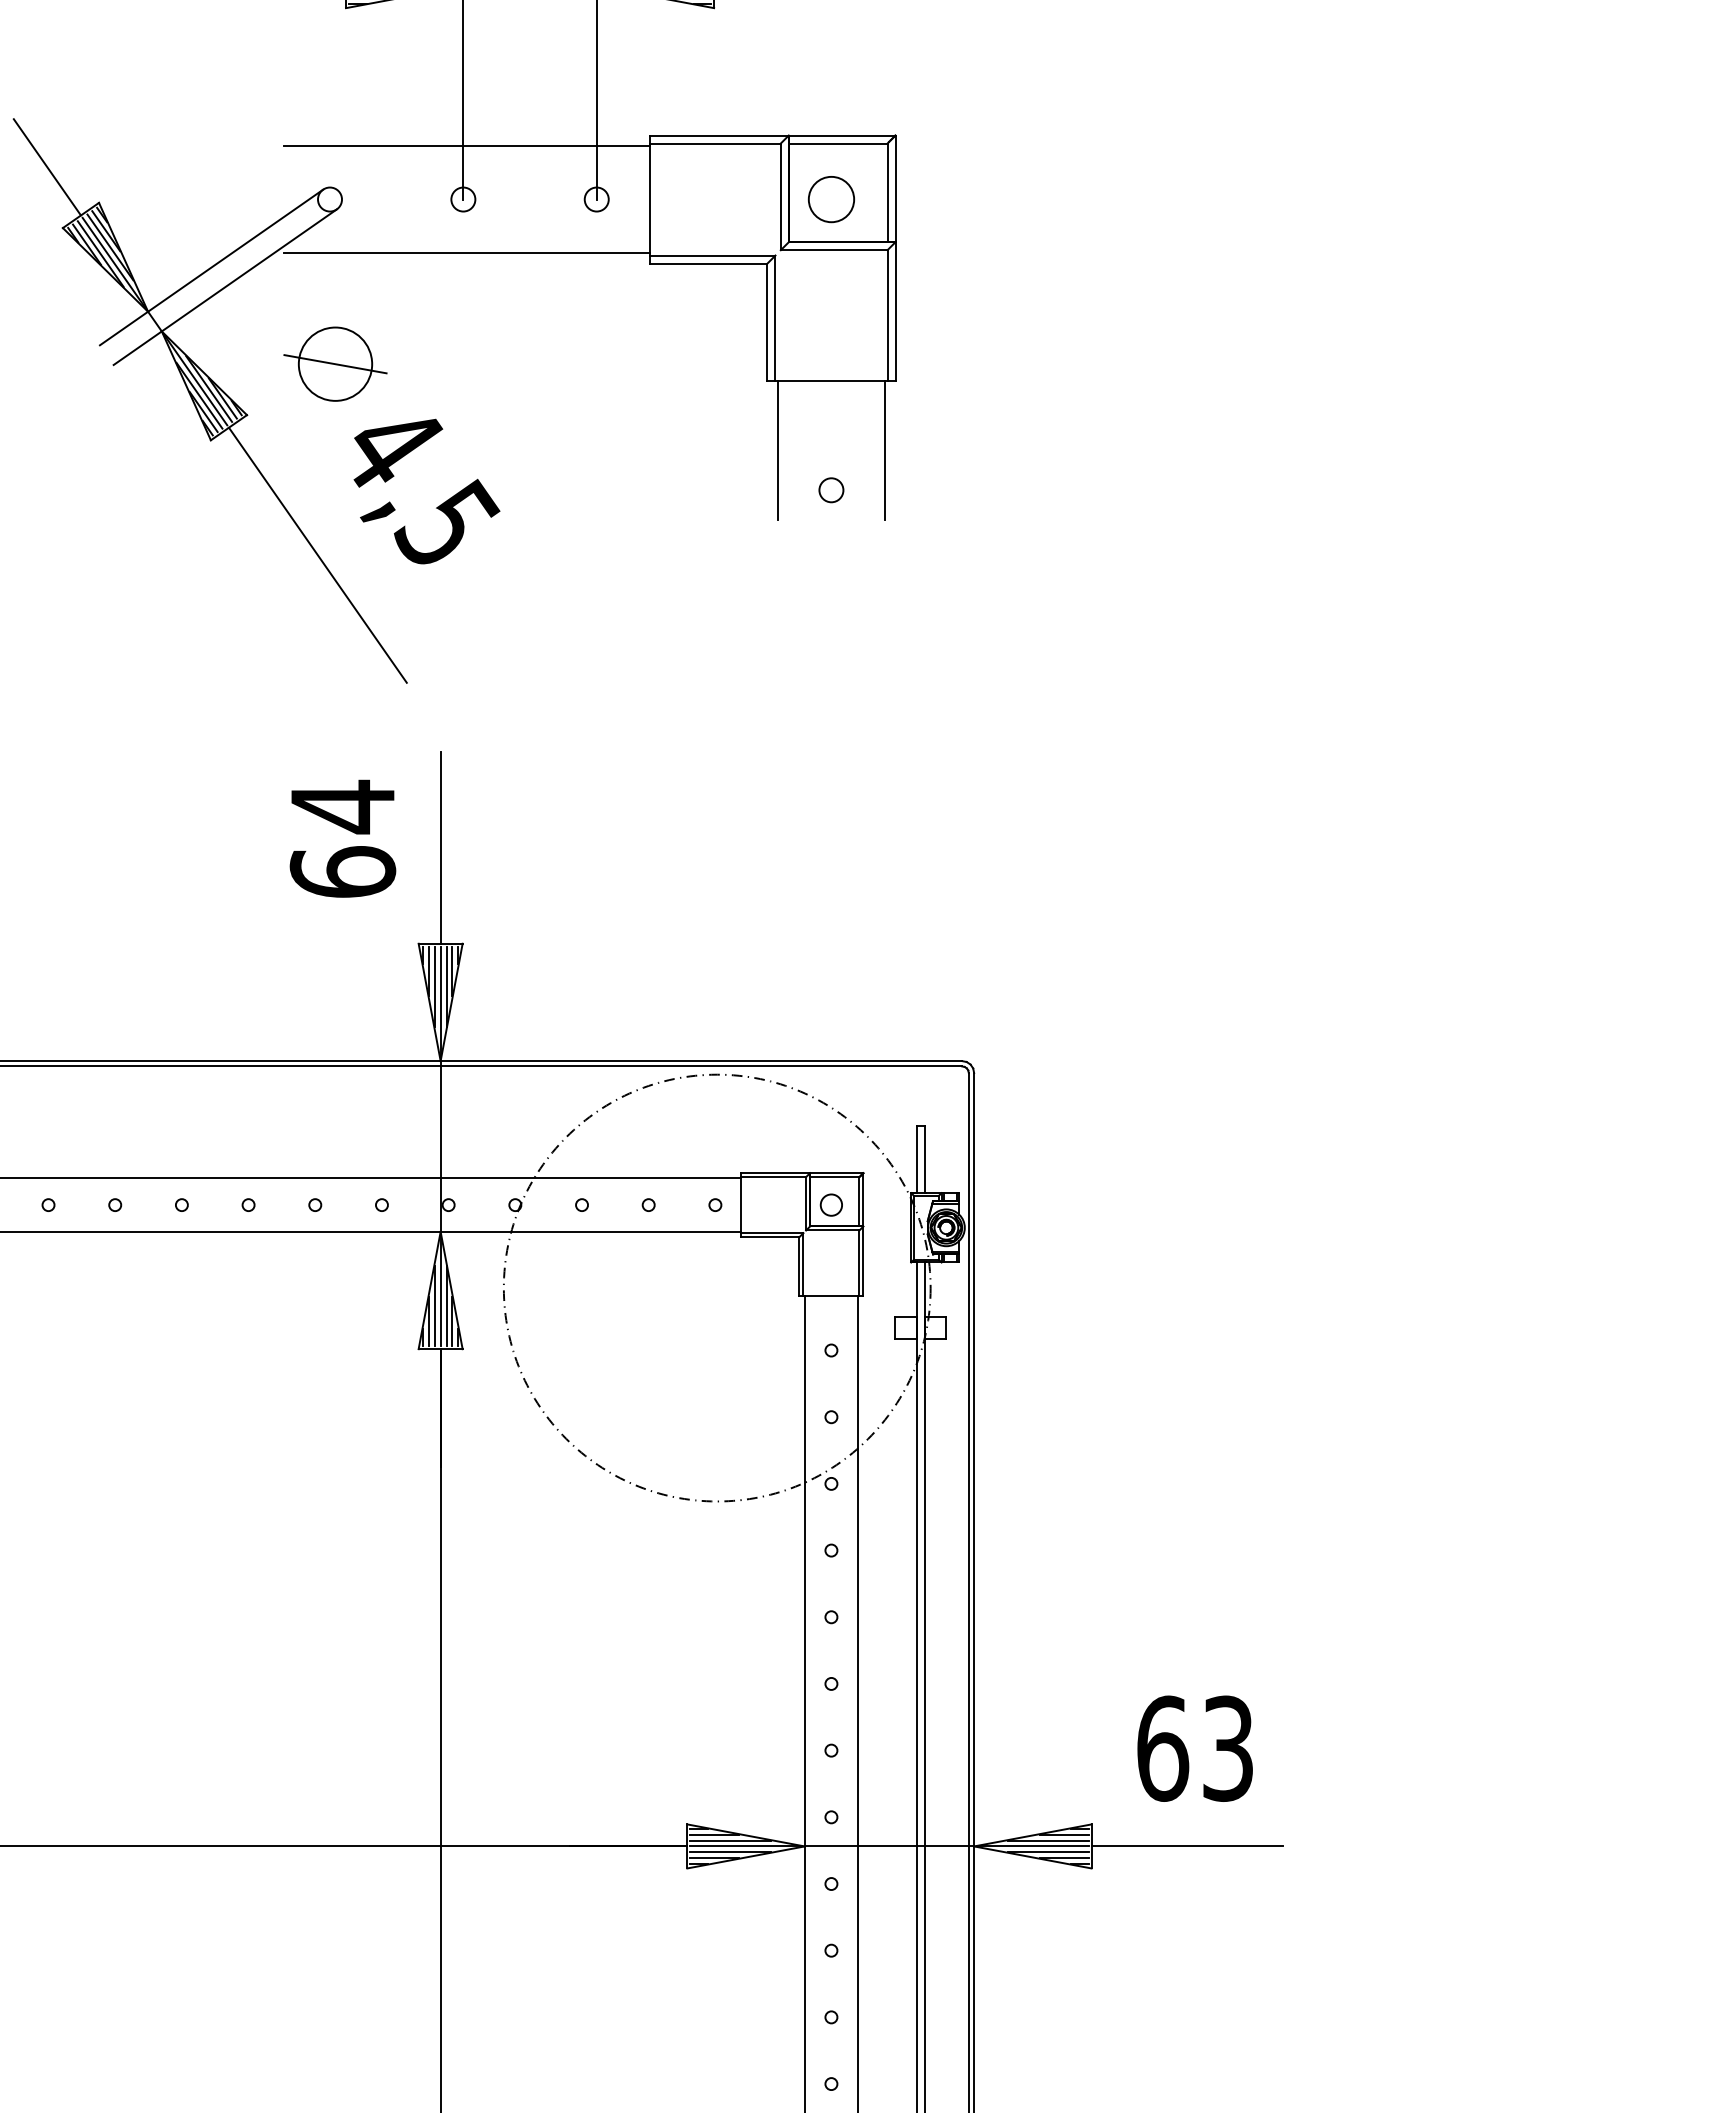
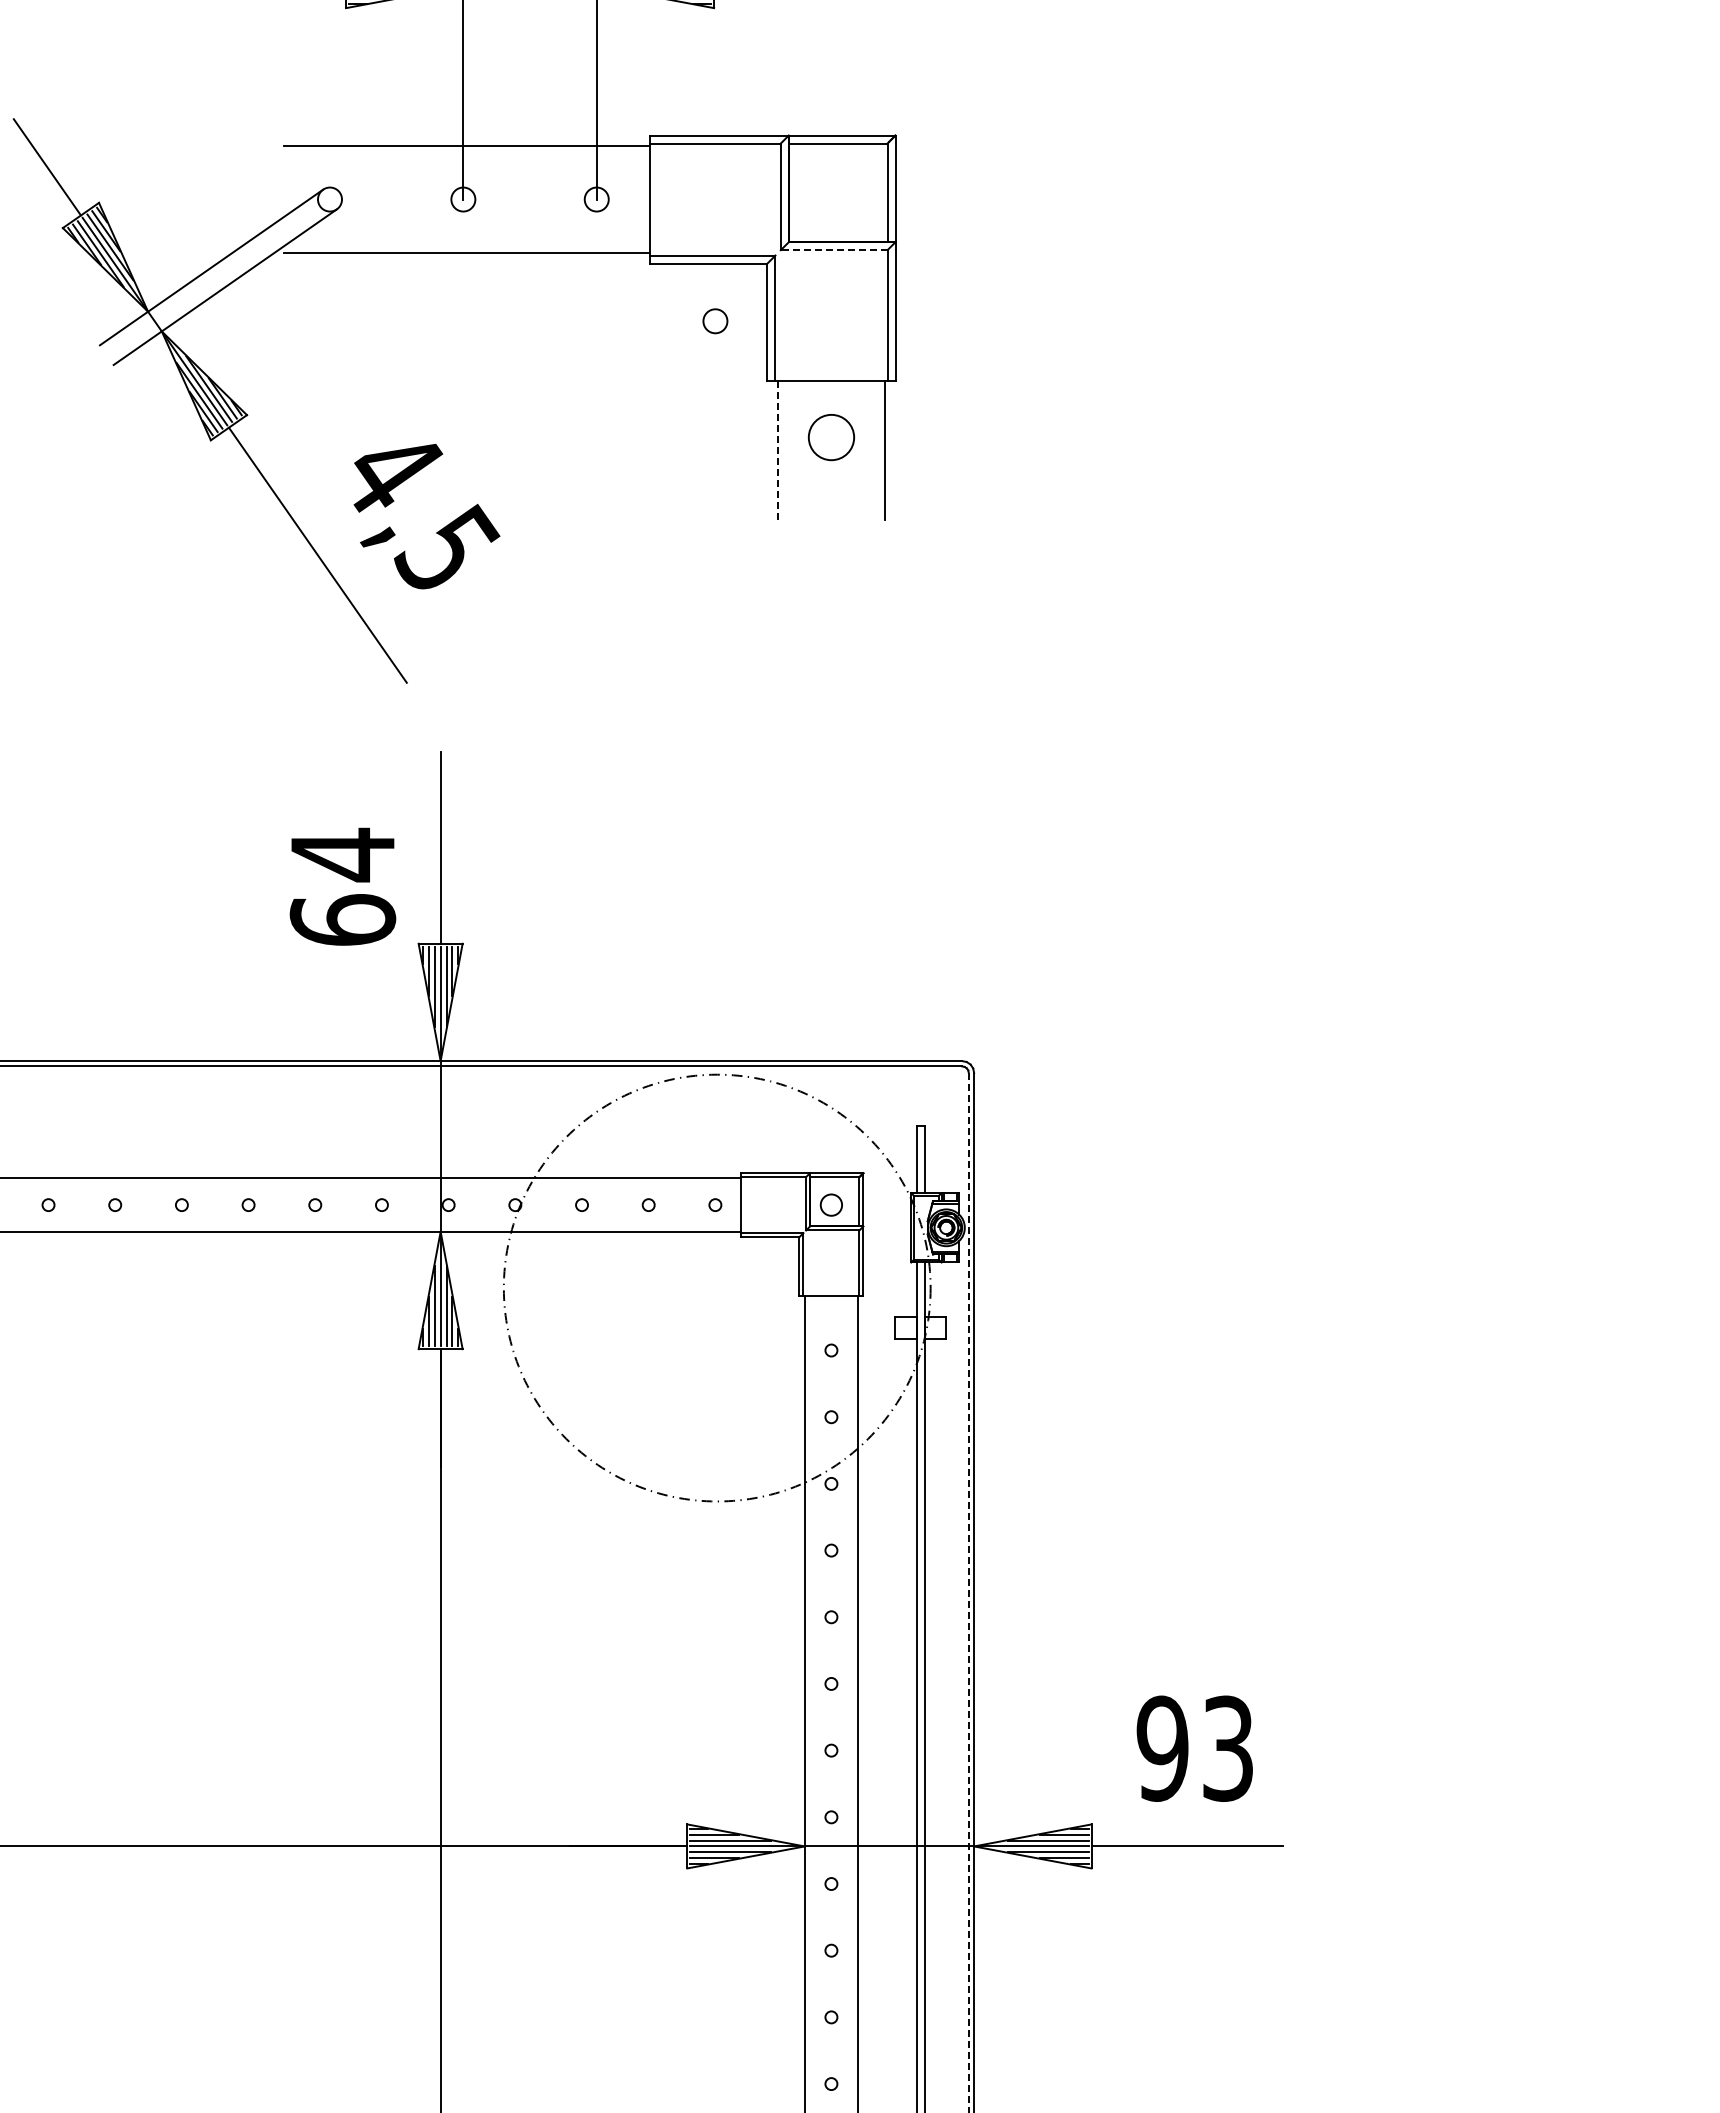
circle at (830, 199) position: (830, 199) -> (830, 437)
line at (833, 250): solid -> dashed
part at (335, 363): present -> none
line at (778, 450): solid -> dashed
circle at (831, 490) position: (831, 490) -> (715, 321)
text at (426, 491) position: (426, 491) -> (426, 516)
text at (342, 838) position: (342, 838) -> (342, 886)
line at (968, 1593): solid -> dashed
text at (1162, 1748): 63 -> 93
